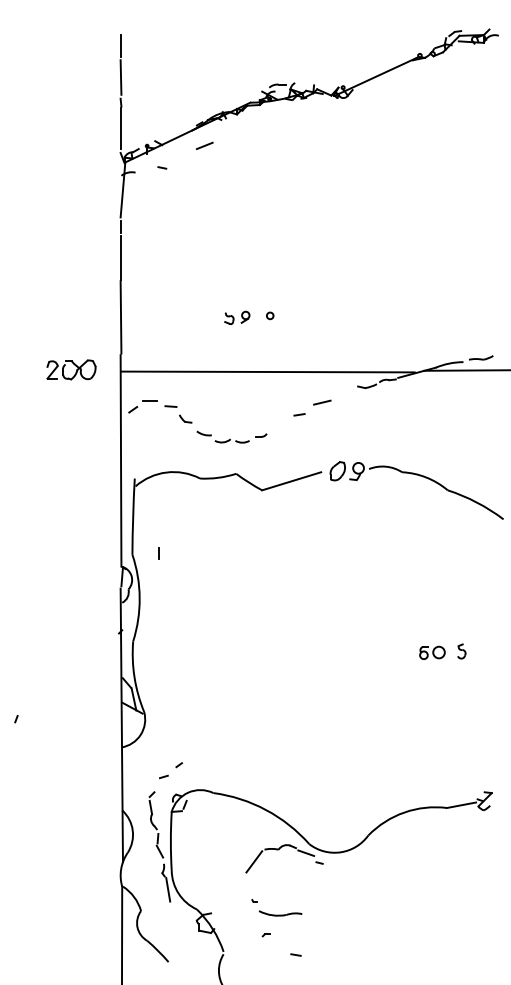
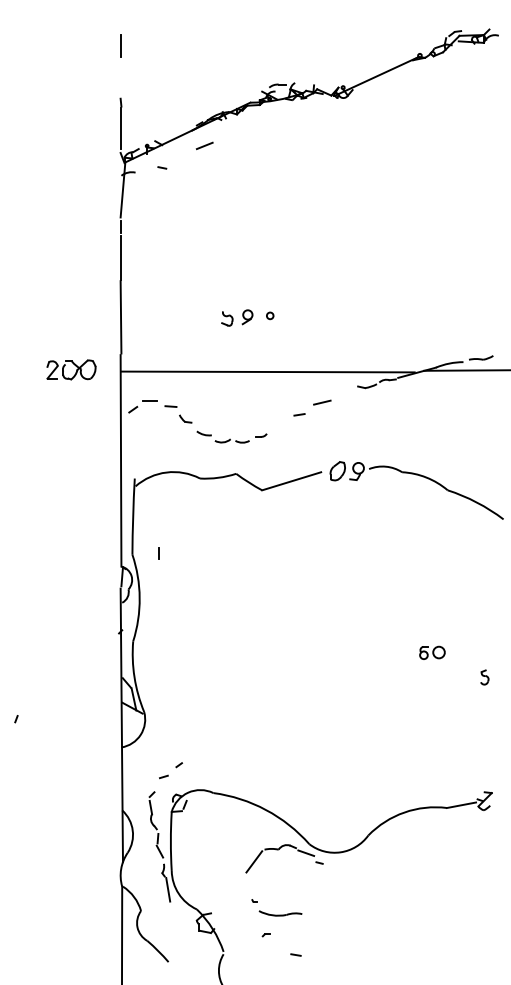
line at (120, 77): present -> none
part at (237, 317) size: 27x15 px -> 33x18 px
part at (461, 651) position: (461, 651) -> (484, 677)
